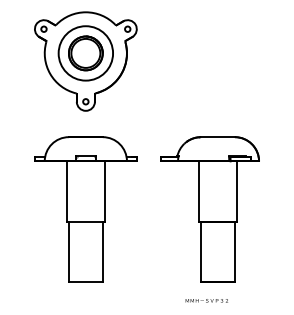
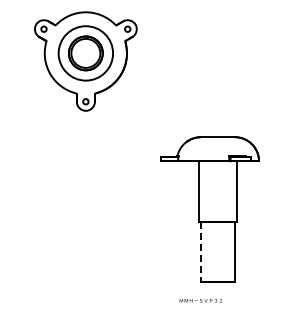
part at (85, 209): present -> none
line at (201, 252): solid -> dashed
text at (206, 300) position: (206, 300) -> (200, 300)
